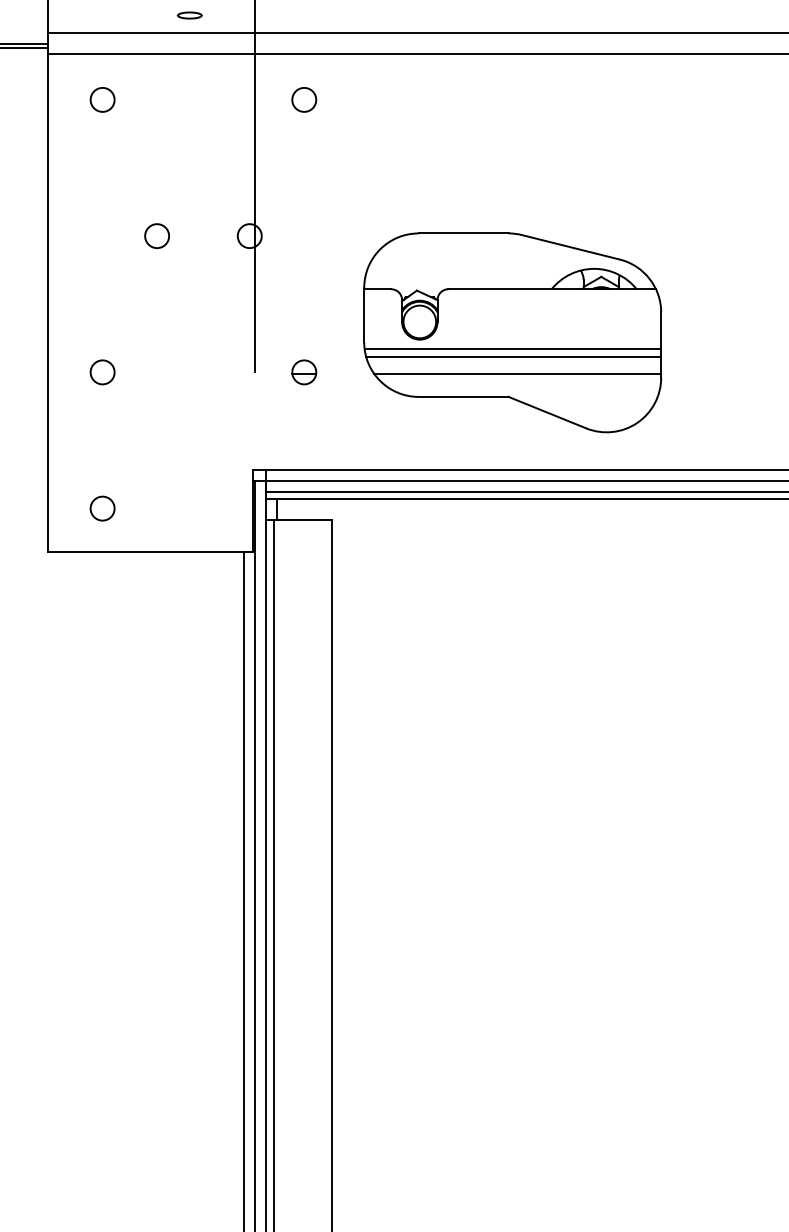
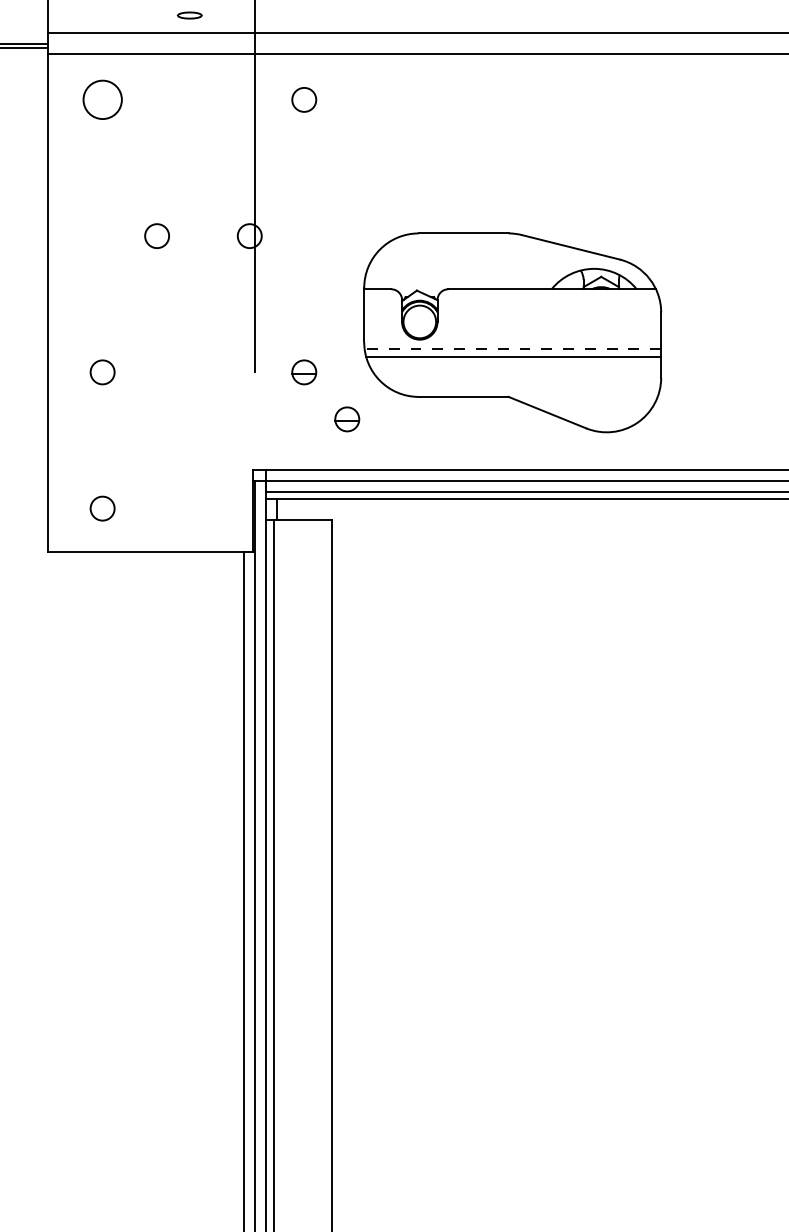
circle at (102, 99) size: 27x26 px -> 41x41 px
line at (512, 349): solid -> dashed
line at (517, 373): present -> none
part at (347, 419): none -> present
